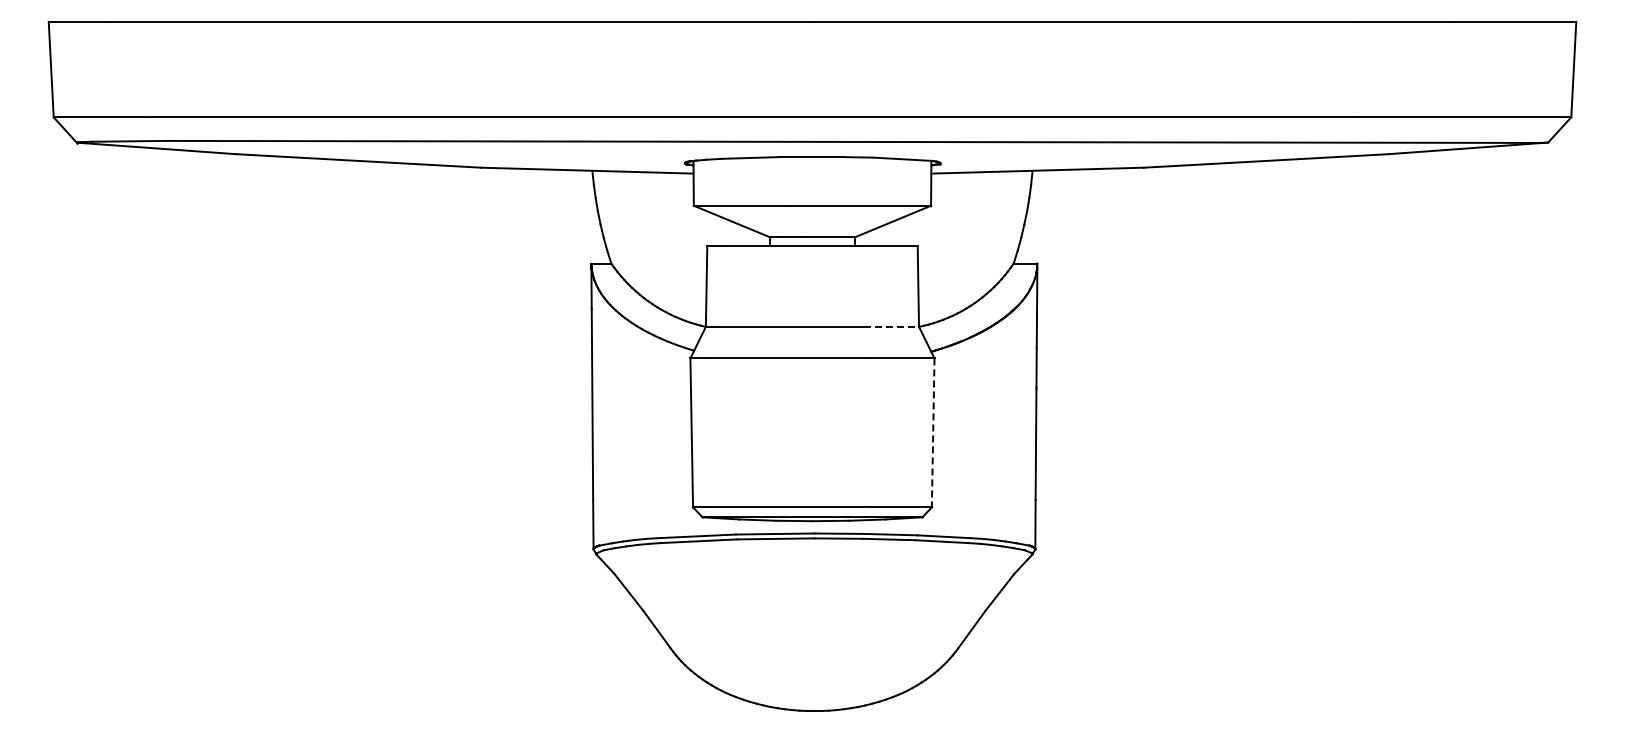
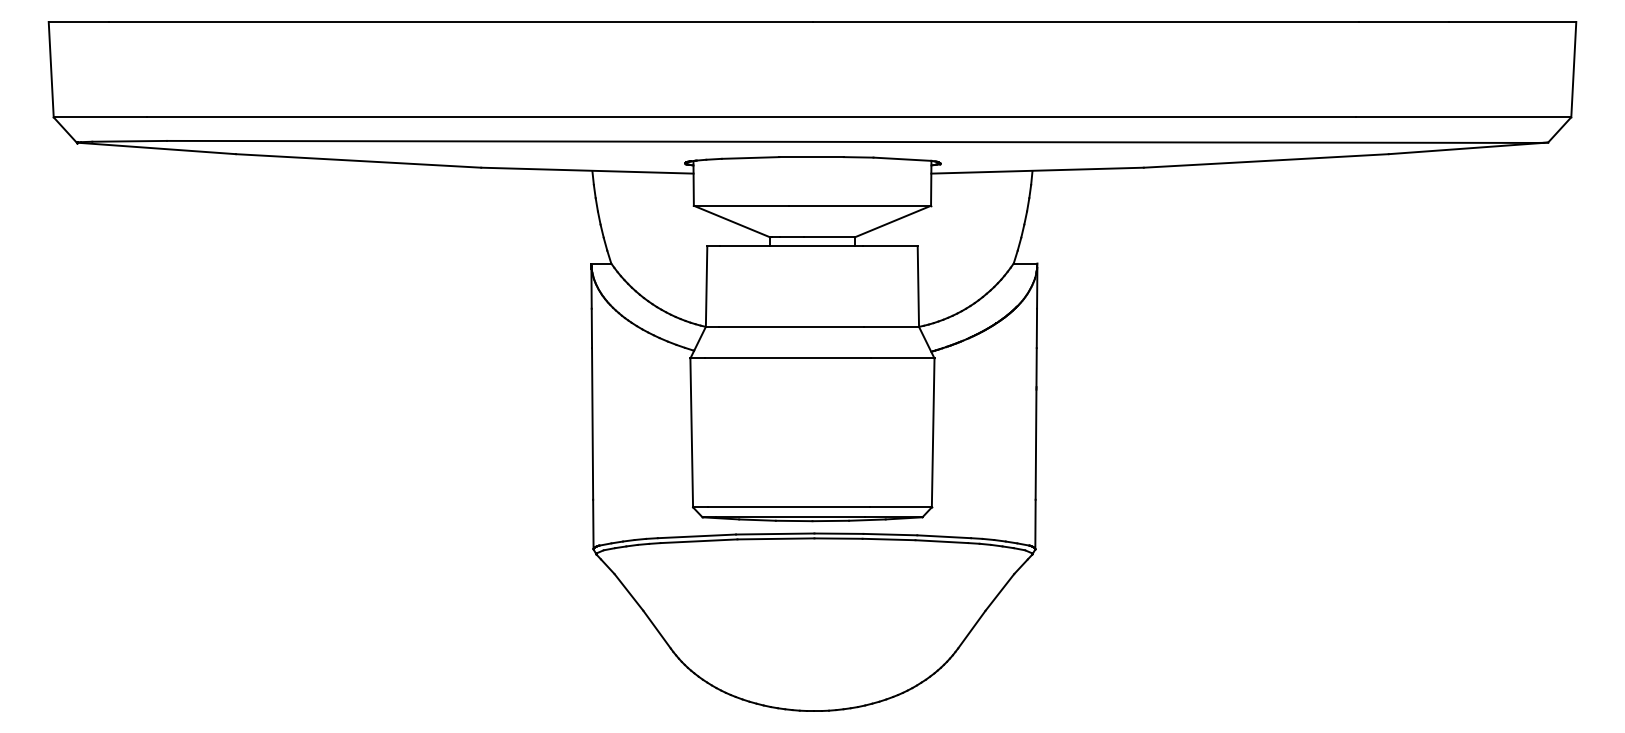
line at (891, 326): dashed -> solid
line at (933, 433): dashed -> solid
